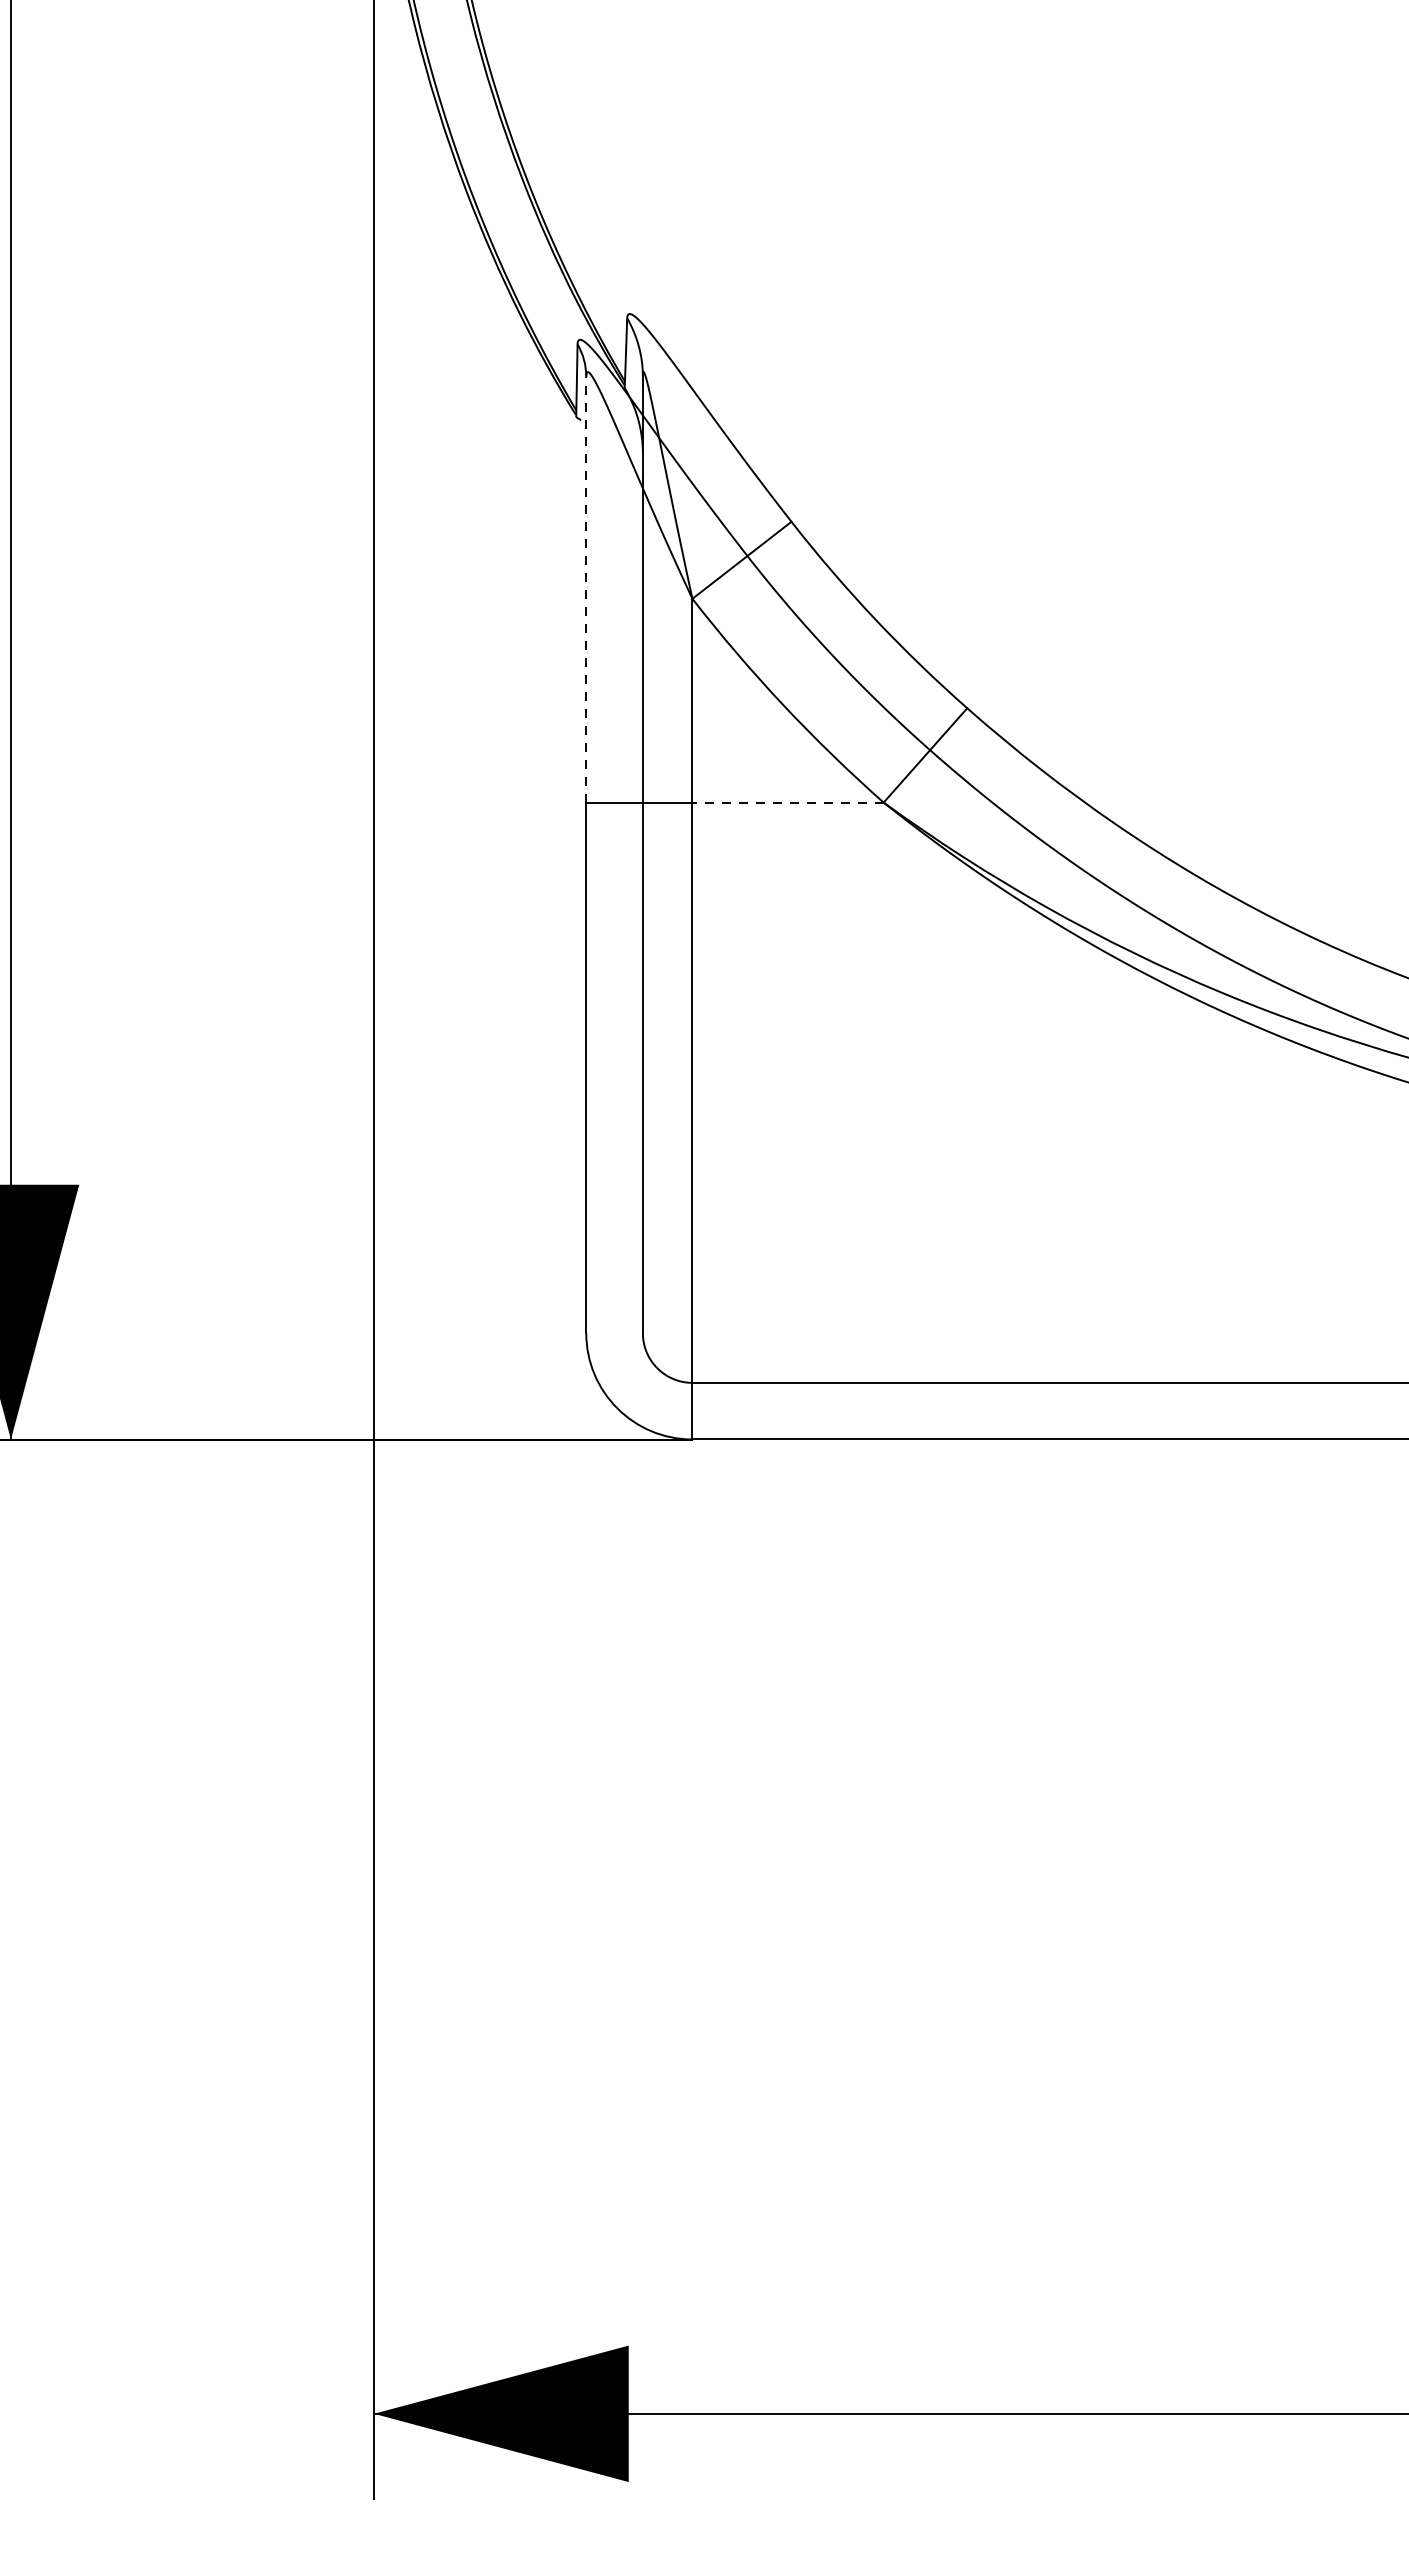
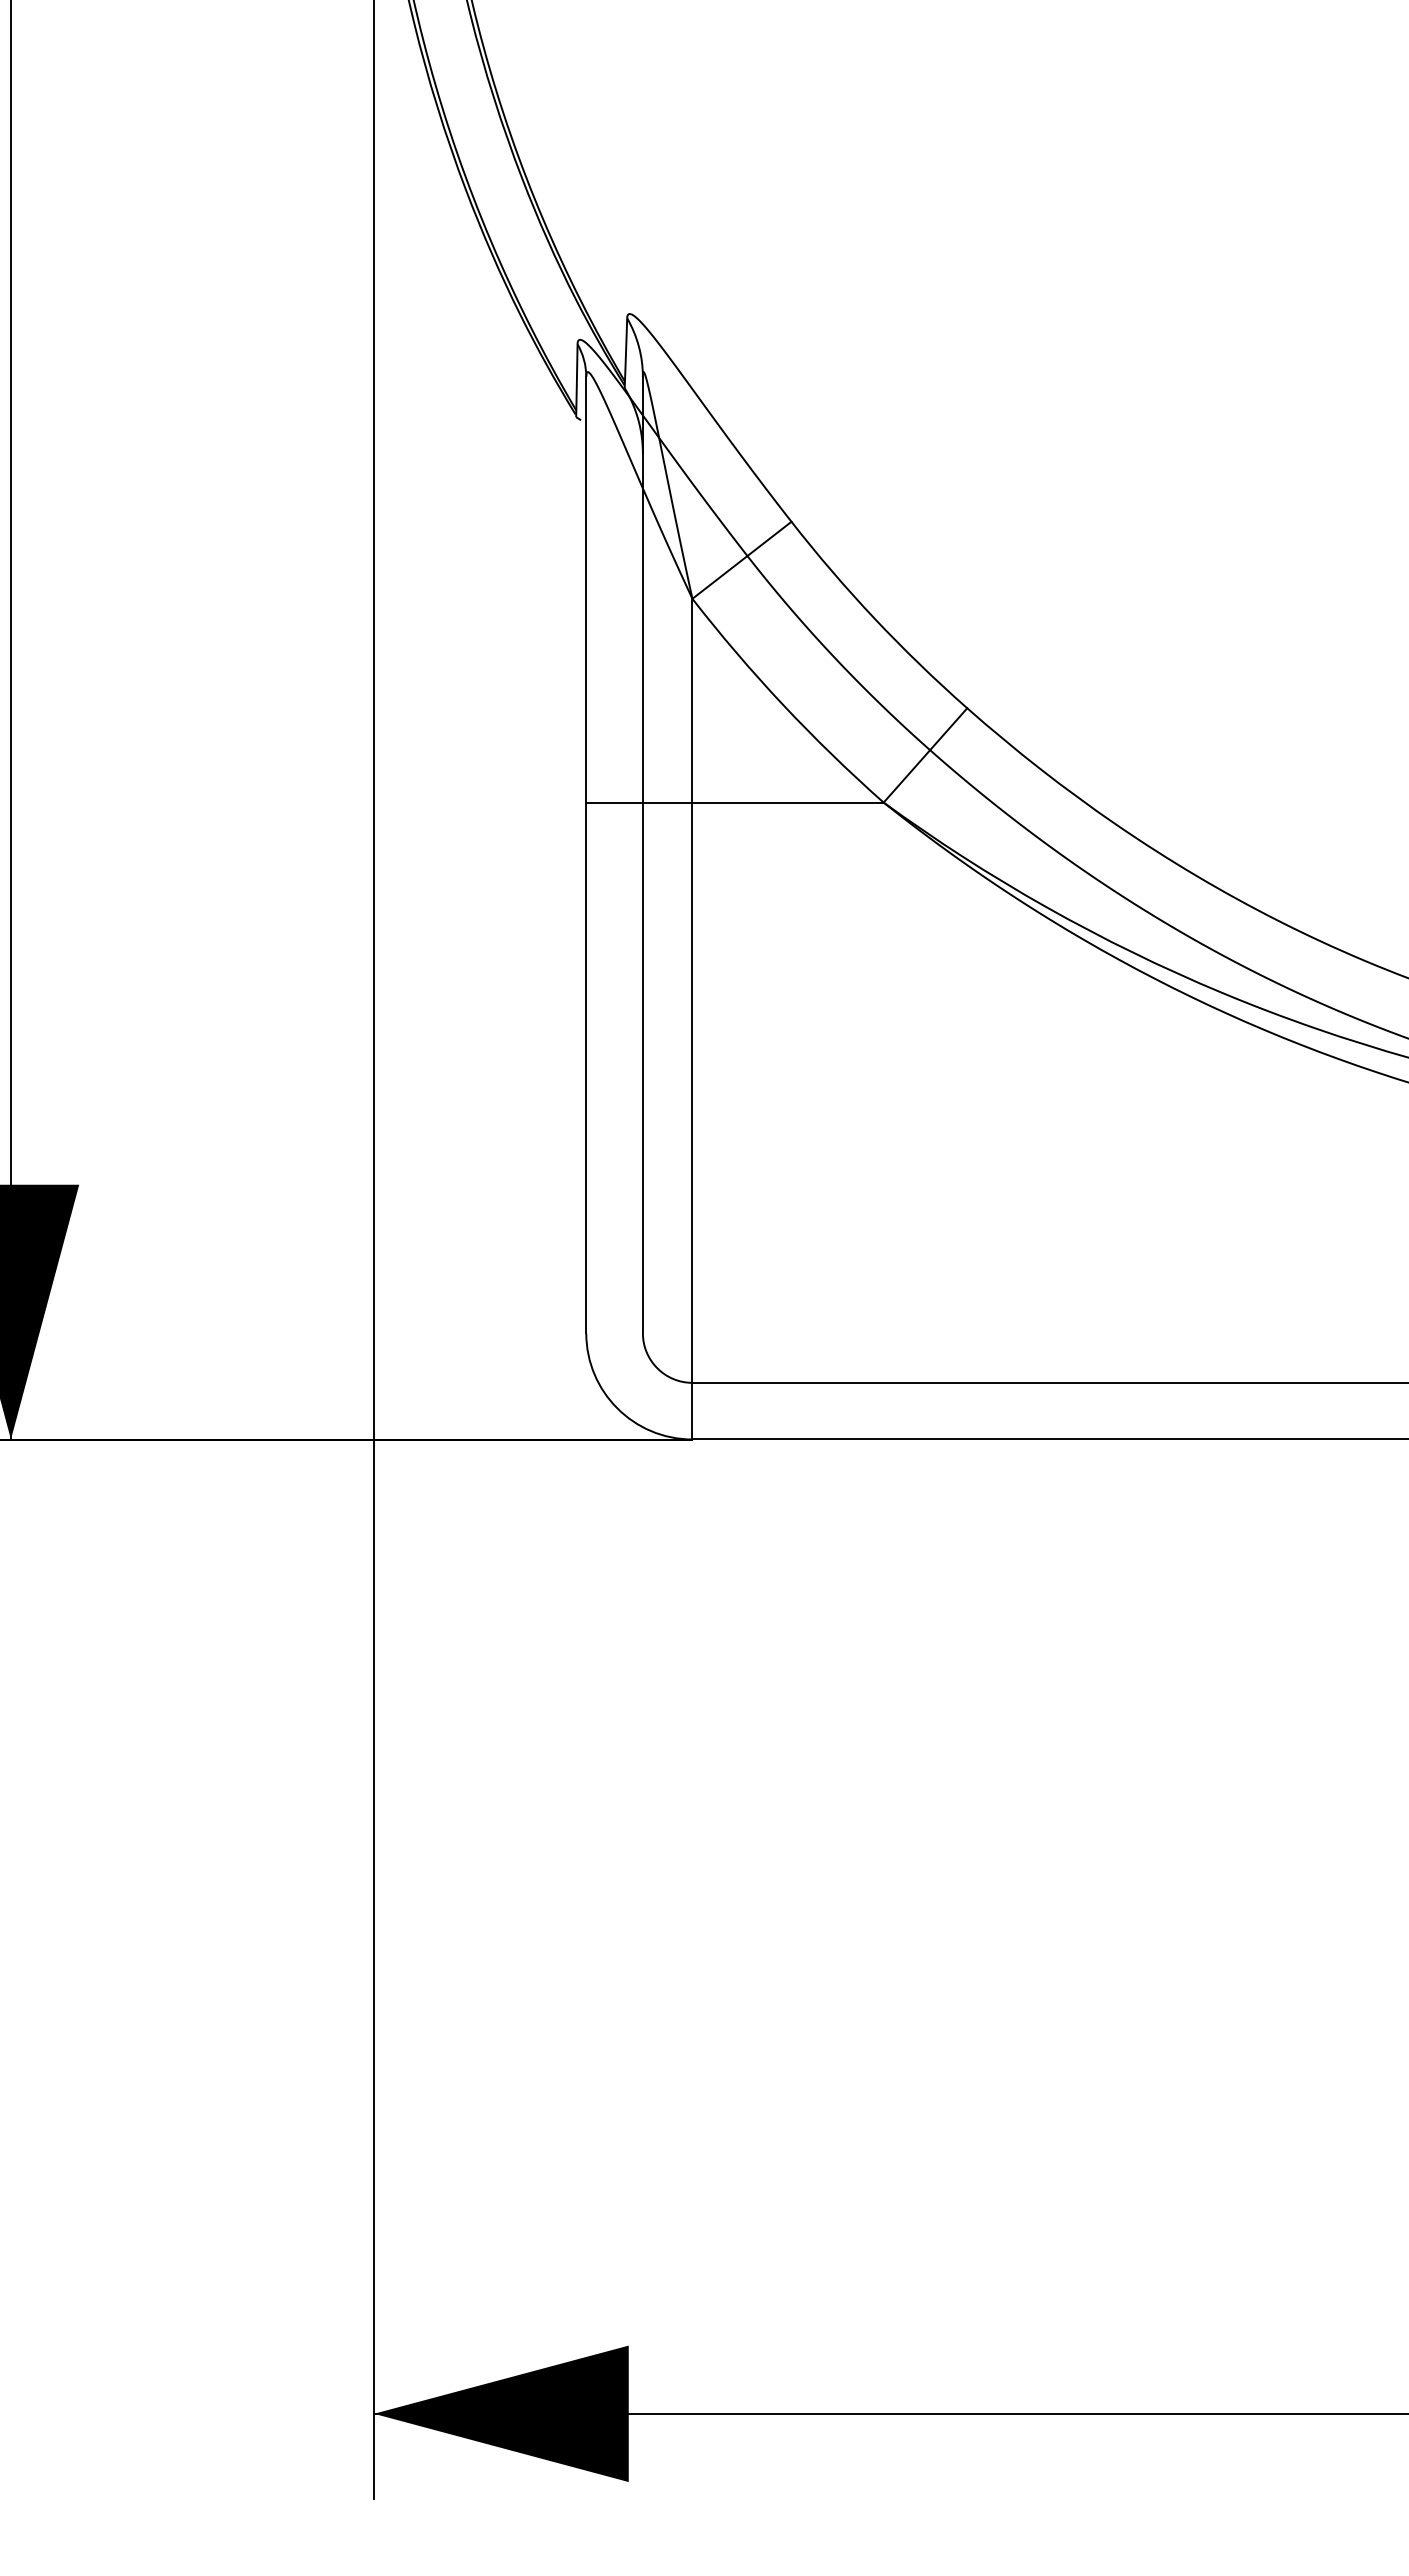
line at (586, 589): dashed -> solid
line at (788, 802): dashed -> solid
